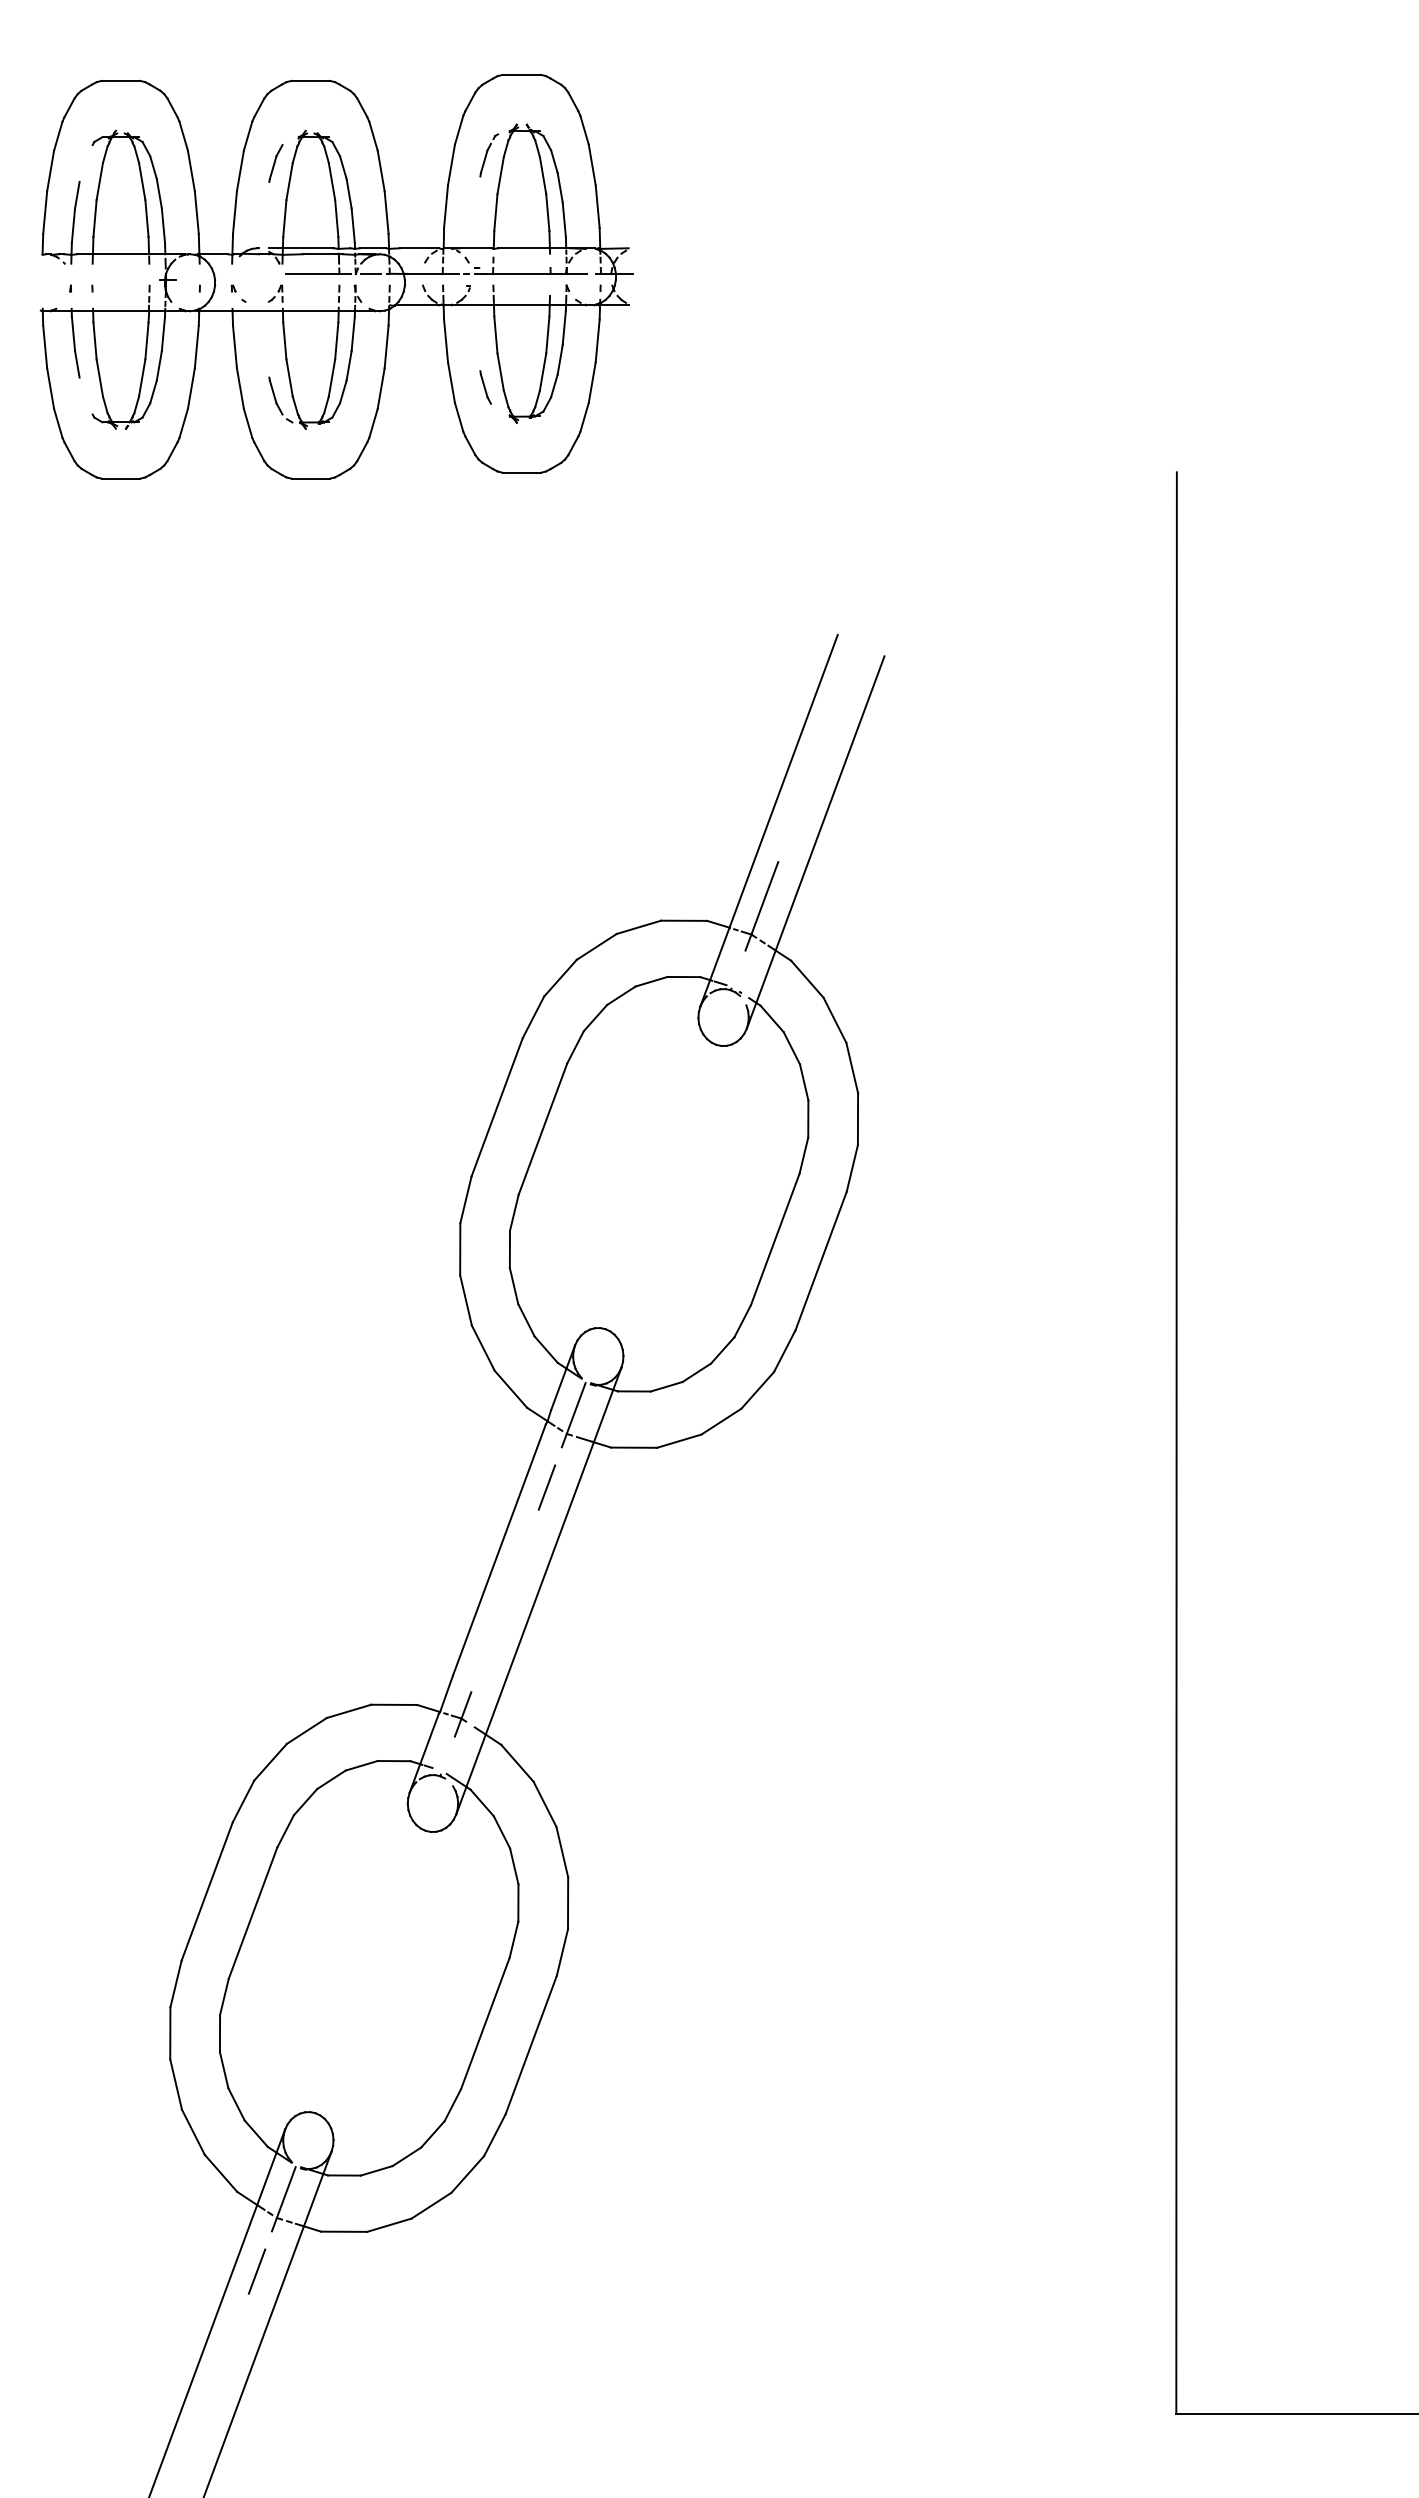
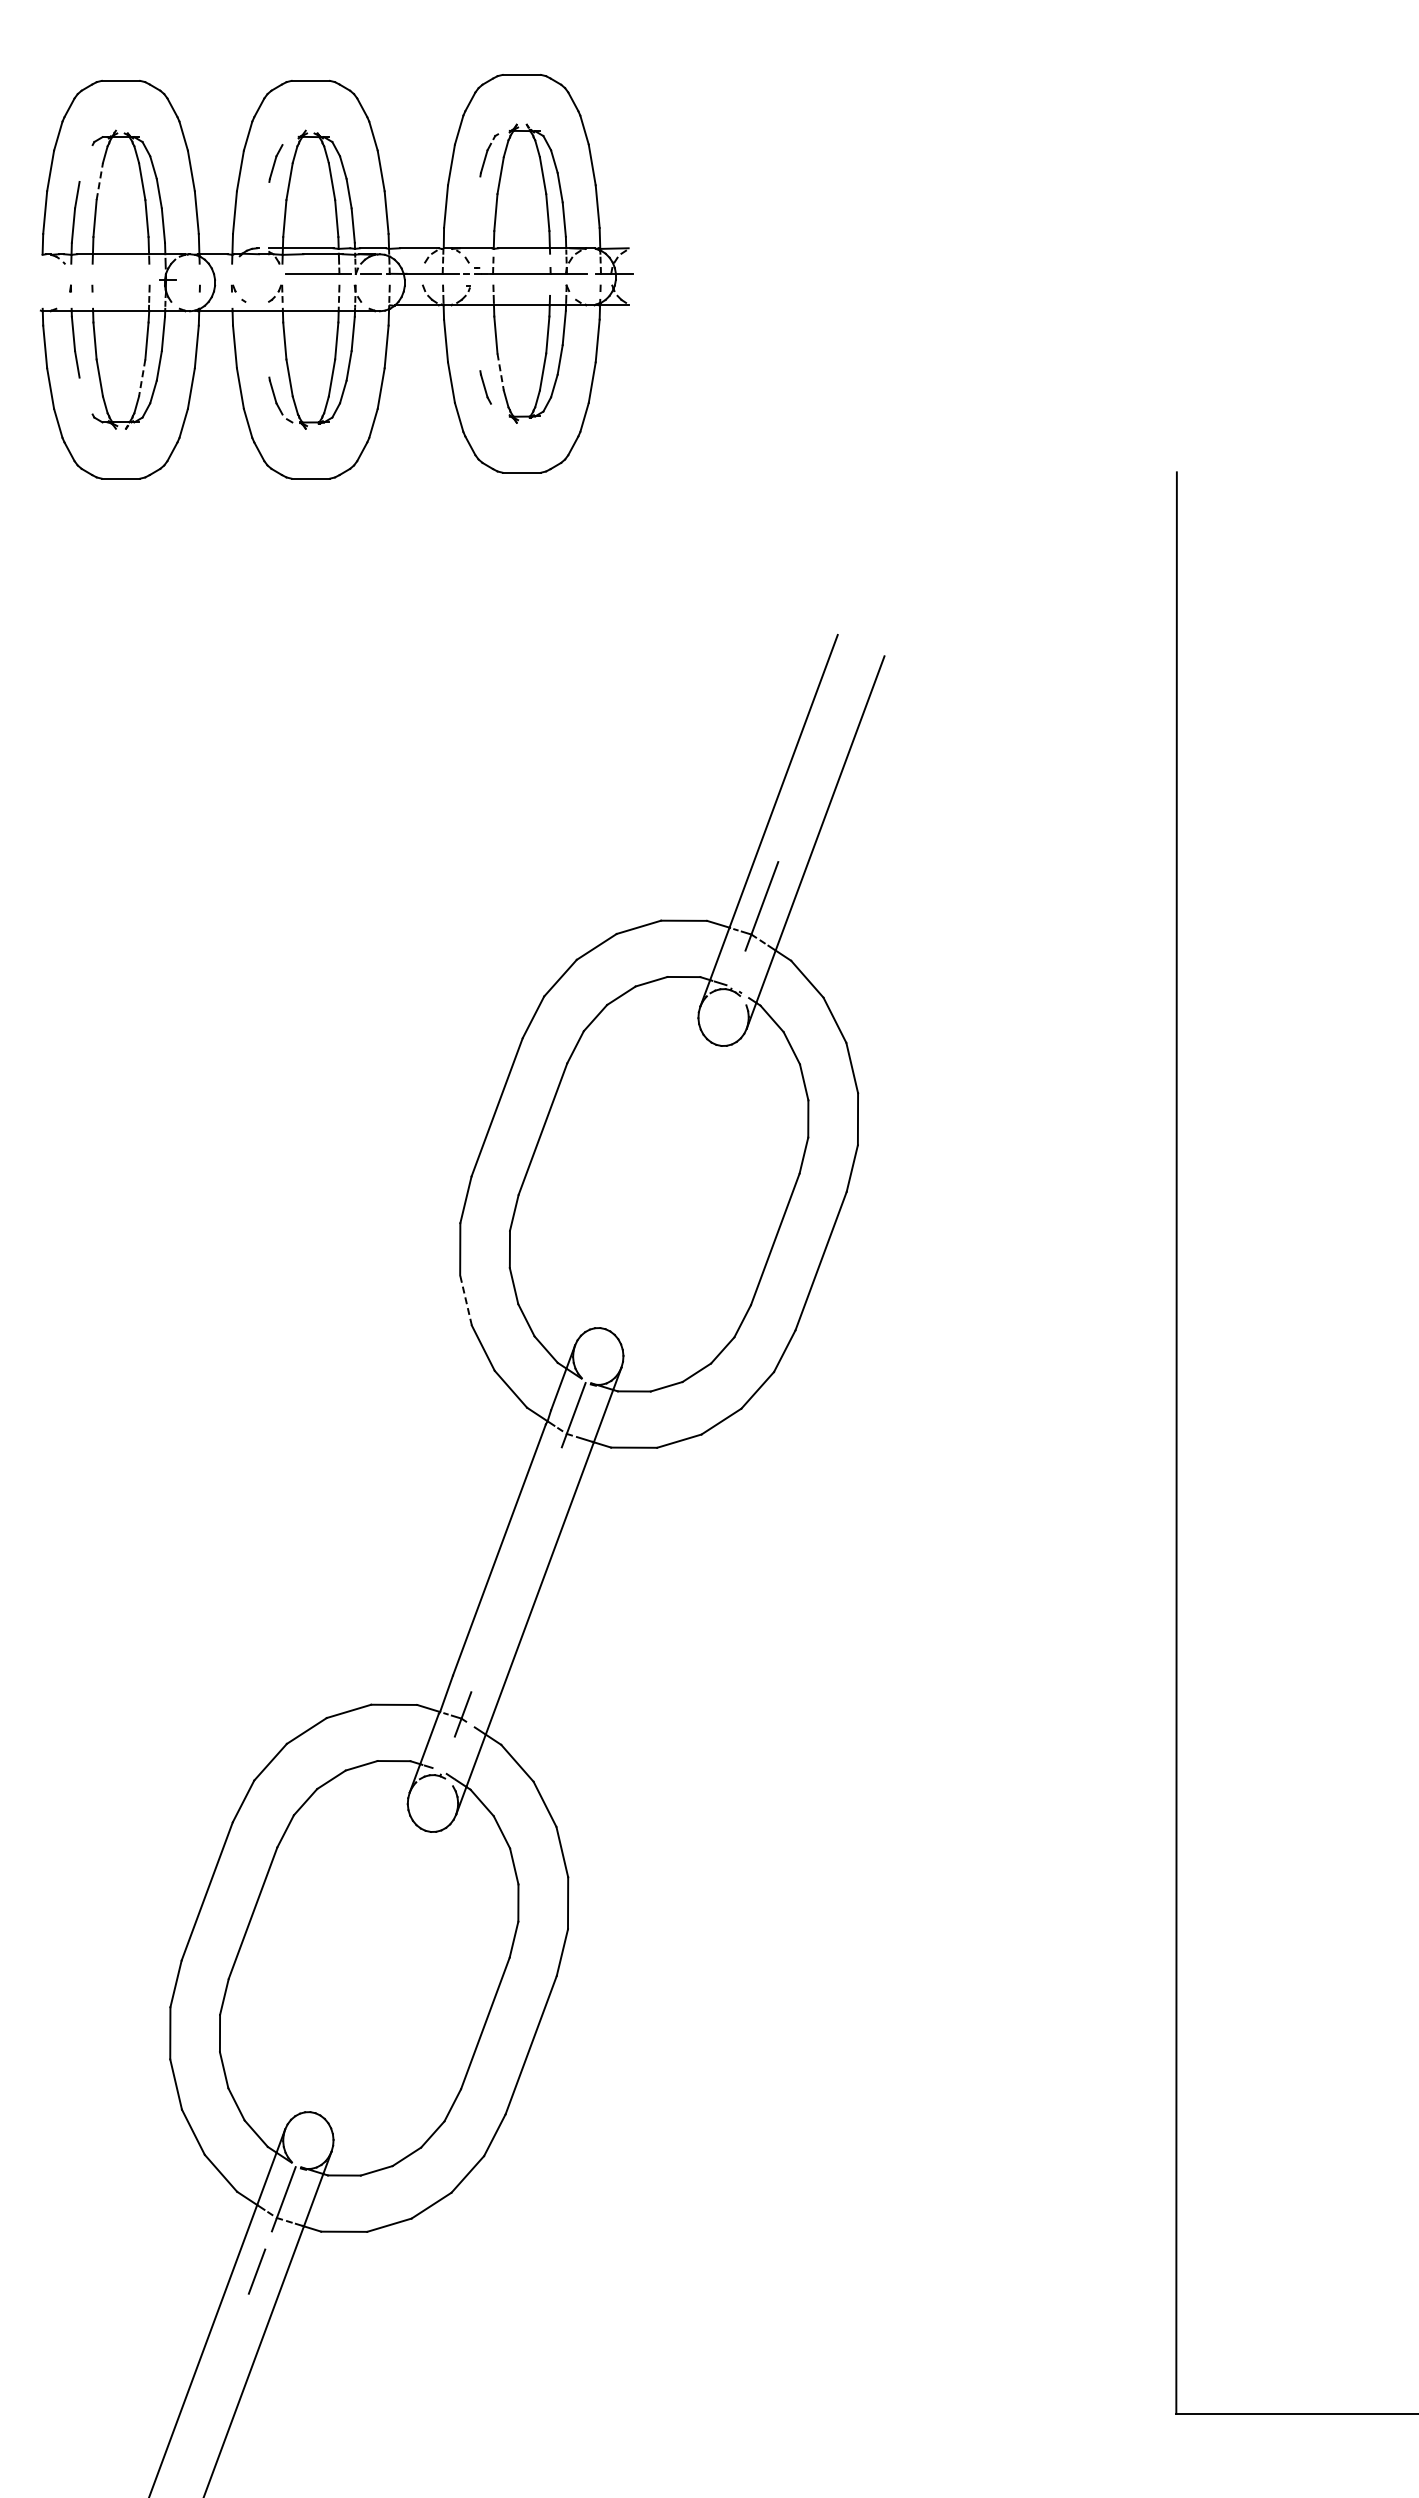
line at (99, 181): solid -> dashed
line at (500, 372): solid -> dashed
line at (142, 378): solid -> dashed
line at (466, 1300): solid -> dashed
line at (546, 1487): present -> none
